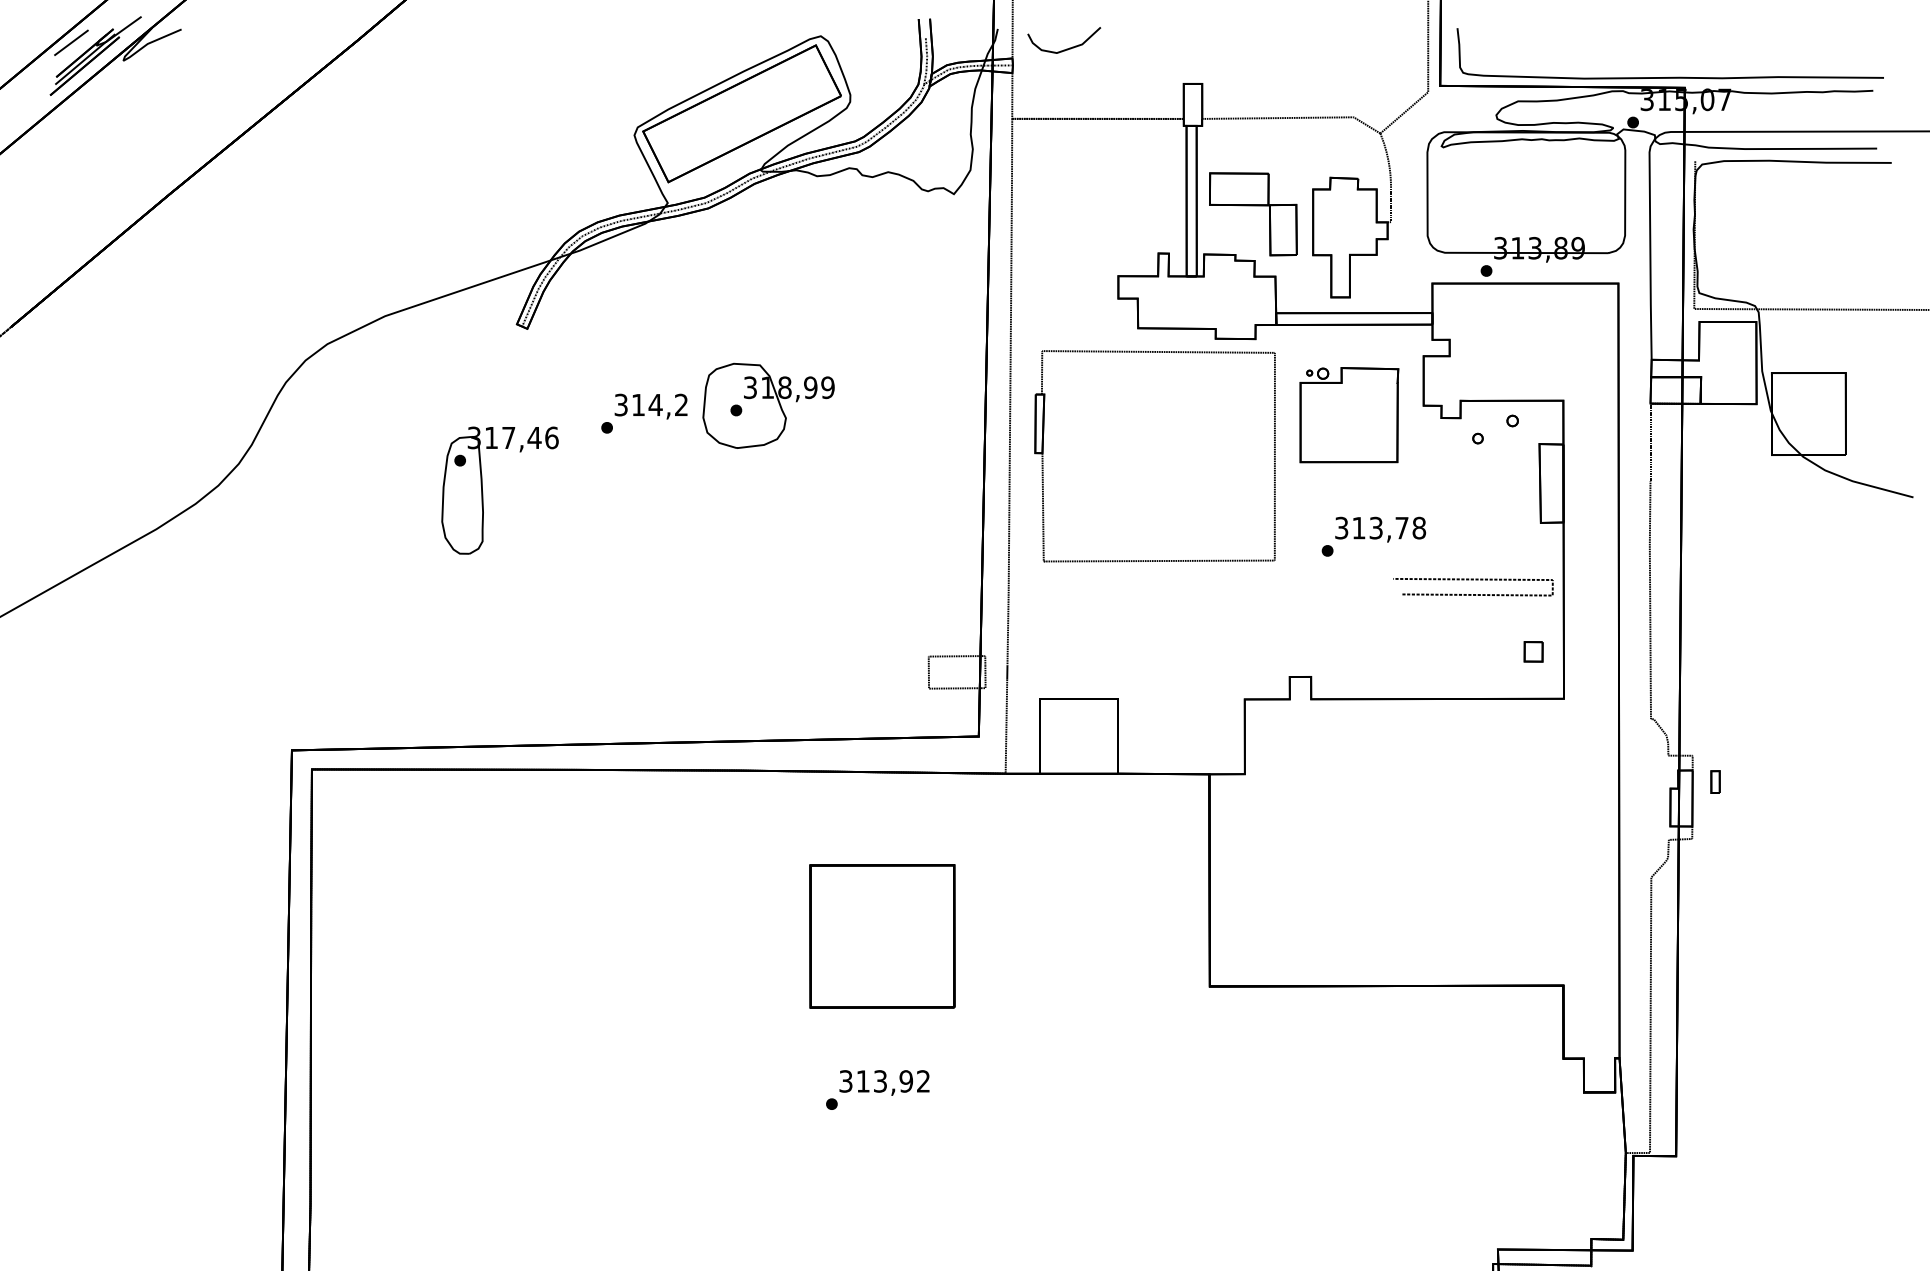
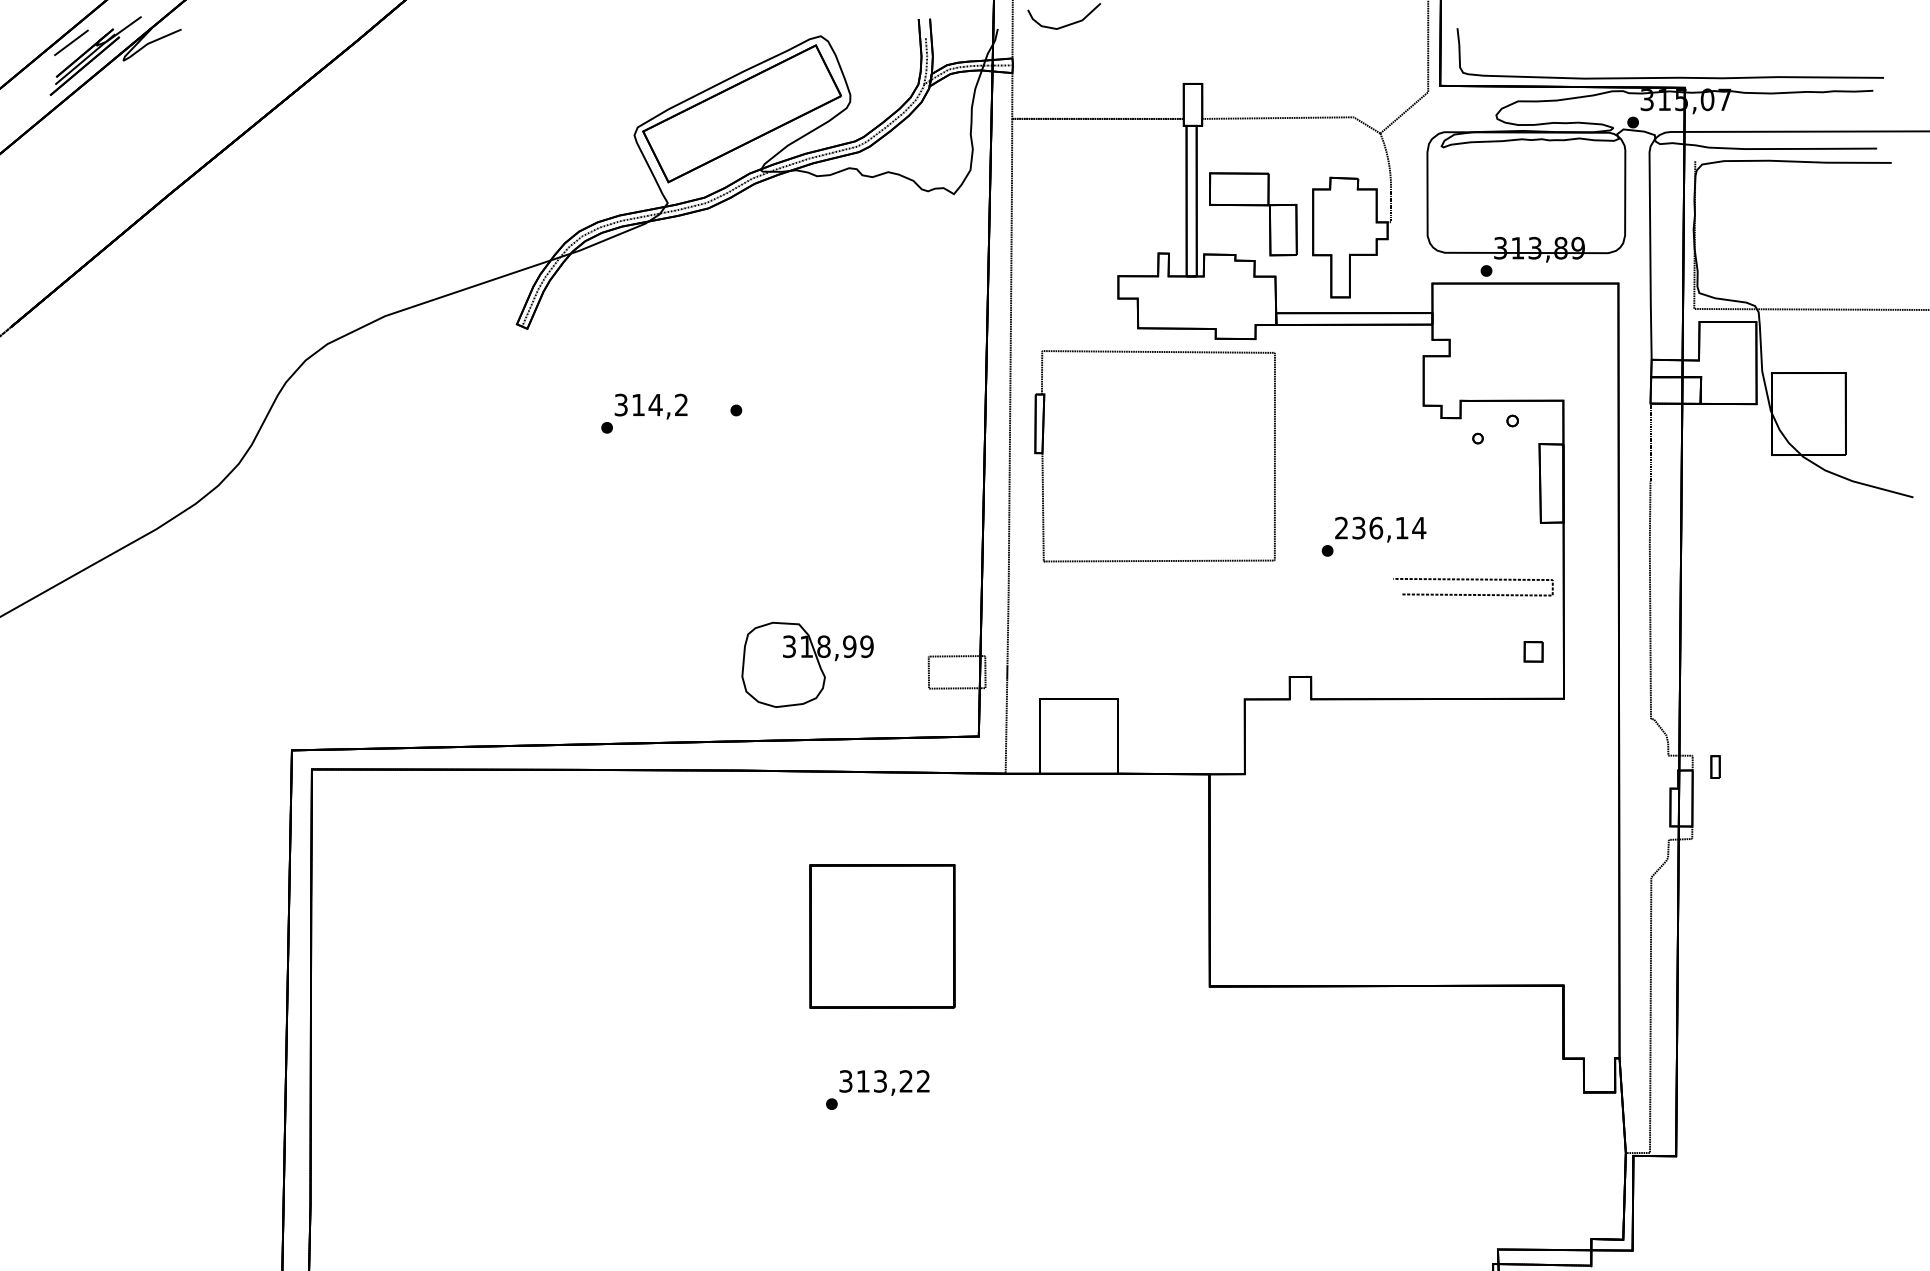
curve at (1066, 48) position: (1066, 48) -> (1066, 24)
part at (768, 405) position: (768, 405) -> (807, 664)
part at (1349, 415): present -> none
part at (483, 492): present -> none
text at (1380, 527): 313,78 -> 236,14
part at (1715, 781) position: (1715, 781) -> (1715, 766)
text at (906, 1081): 313,92 -> 313,22
